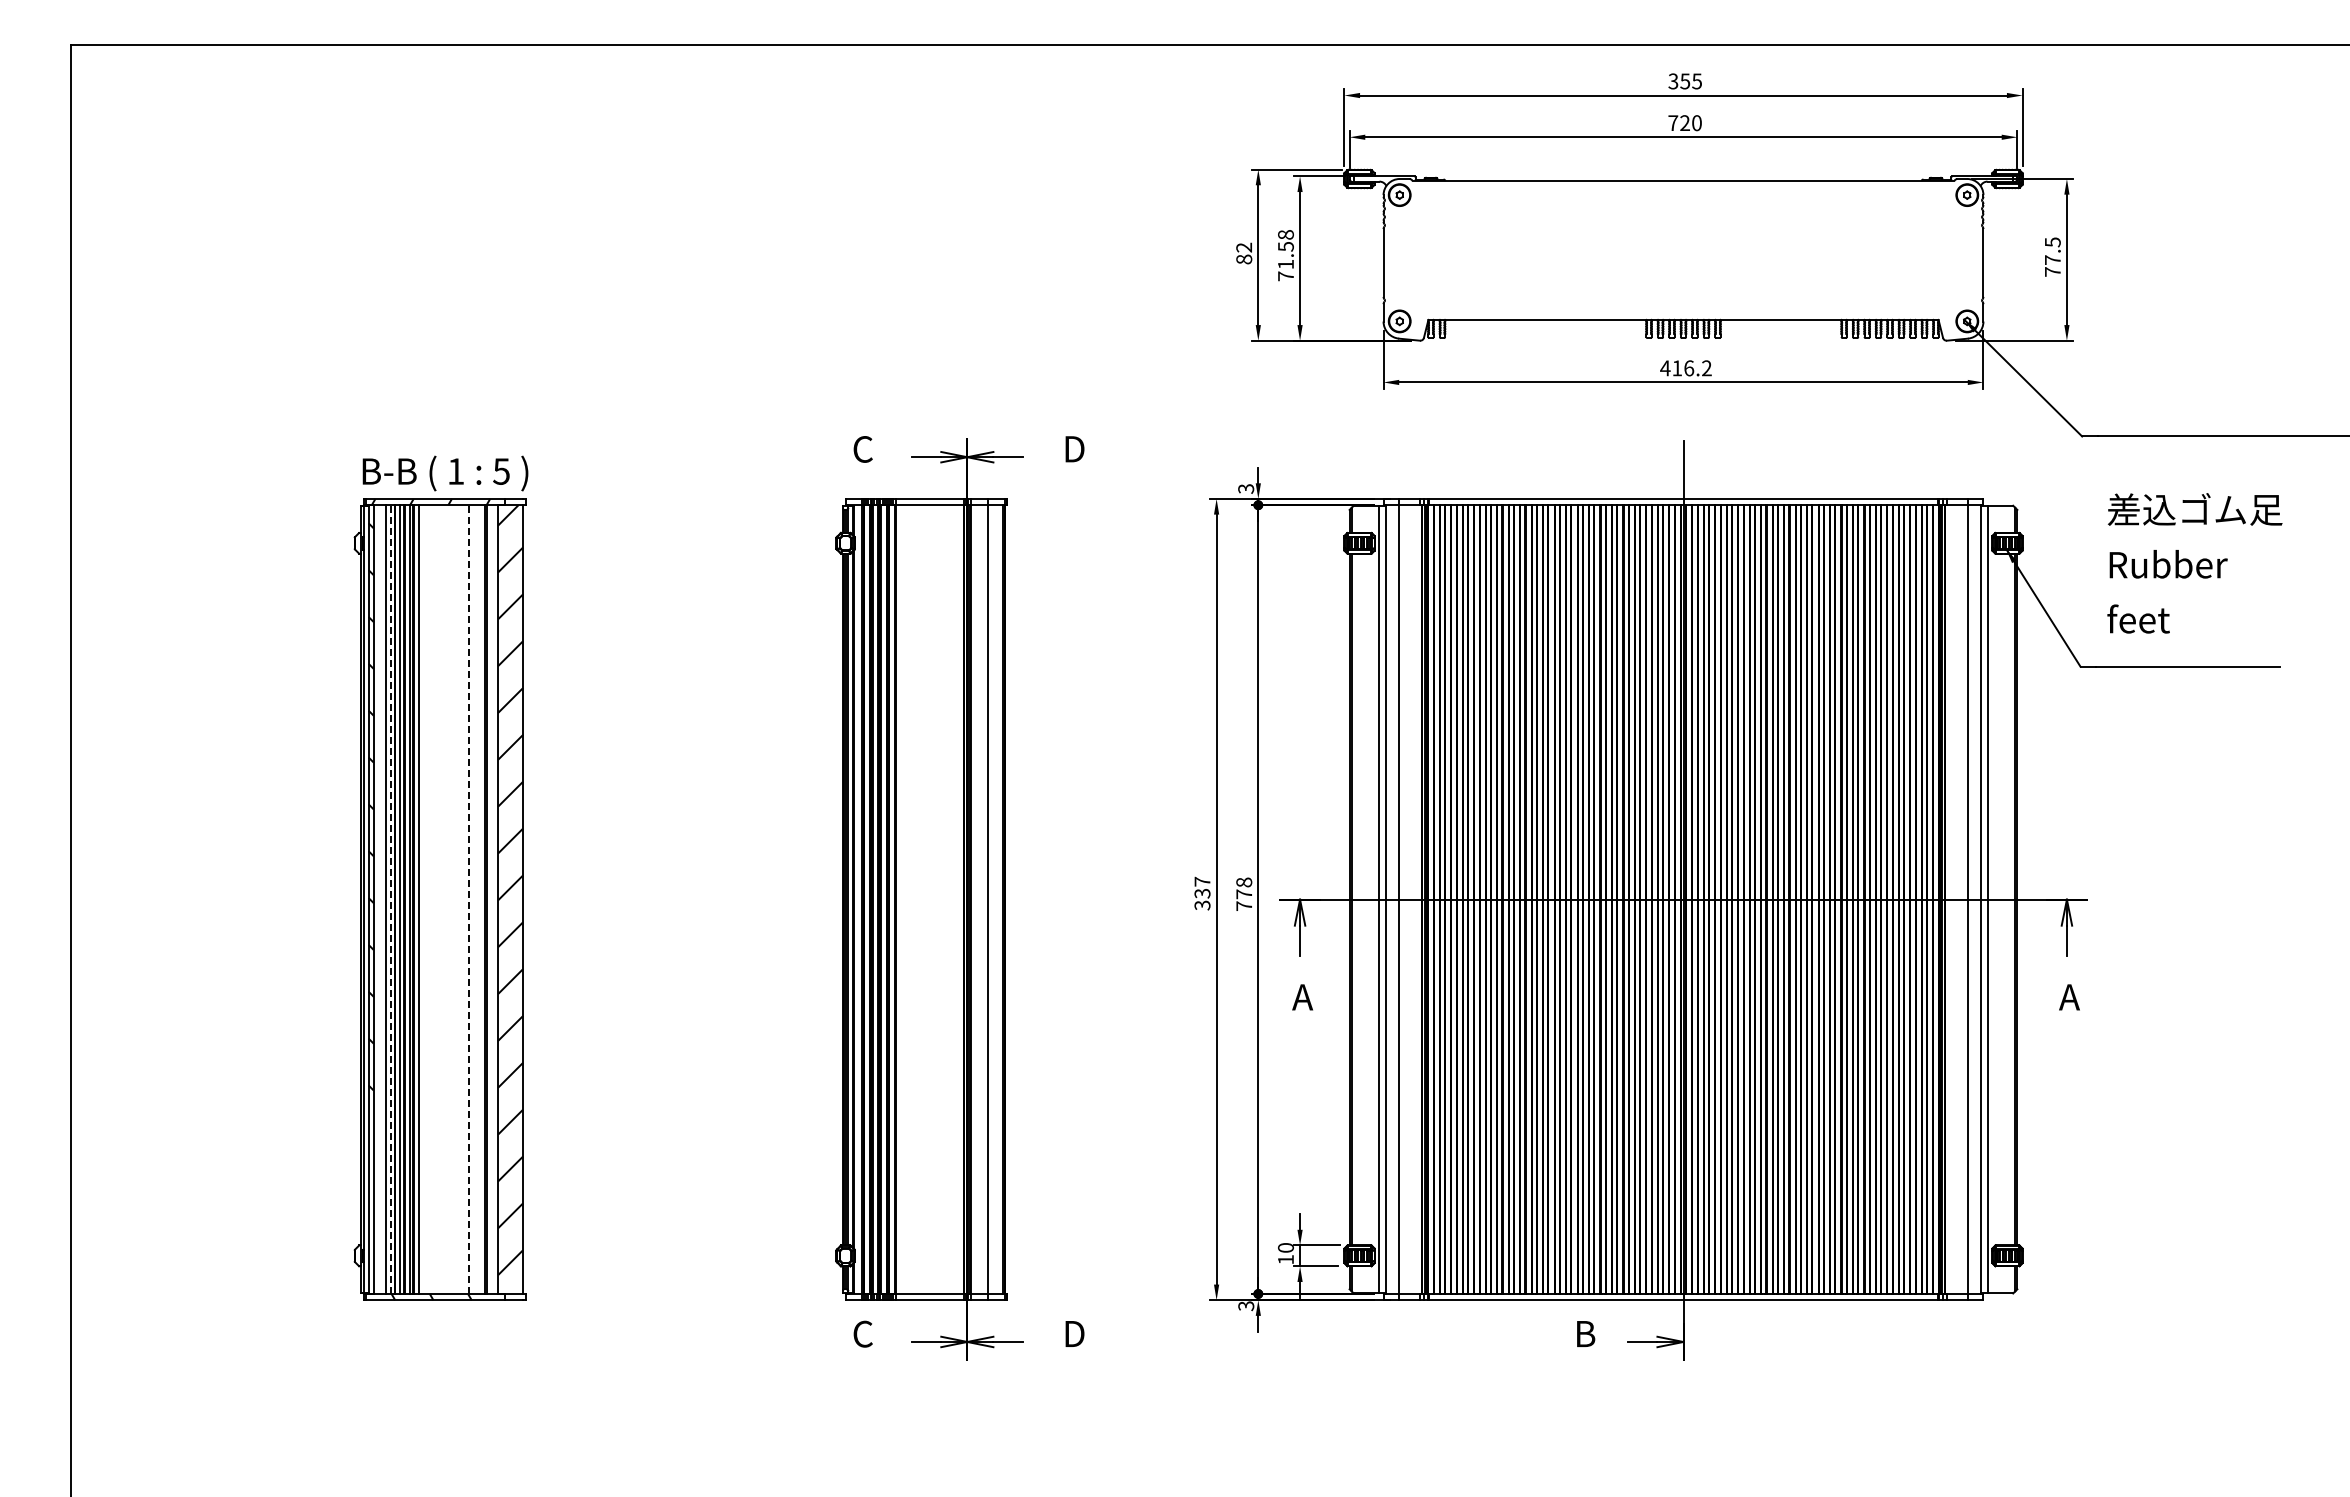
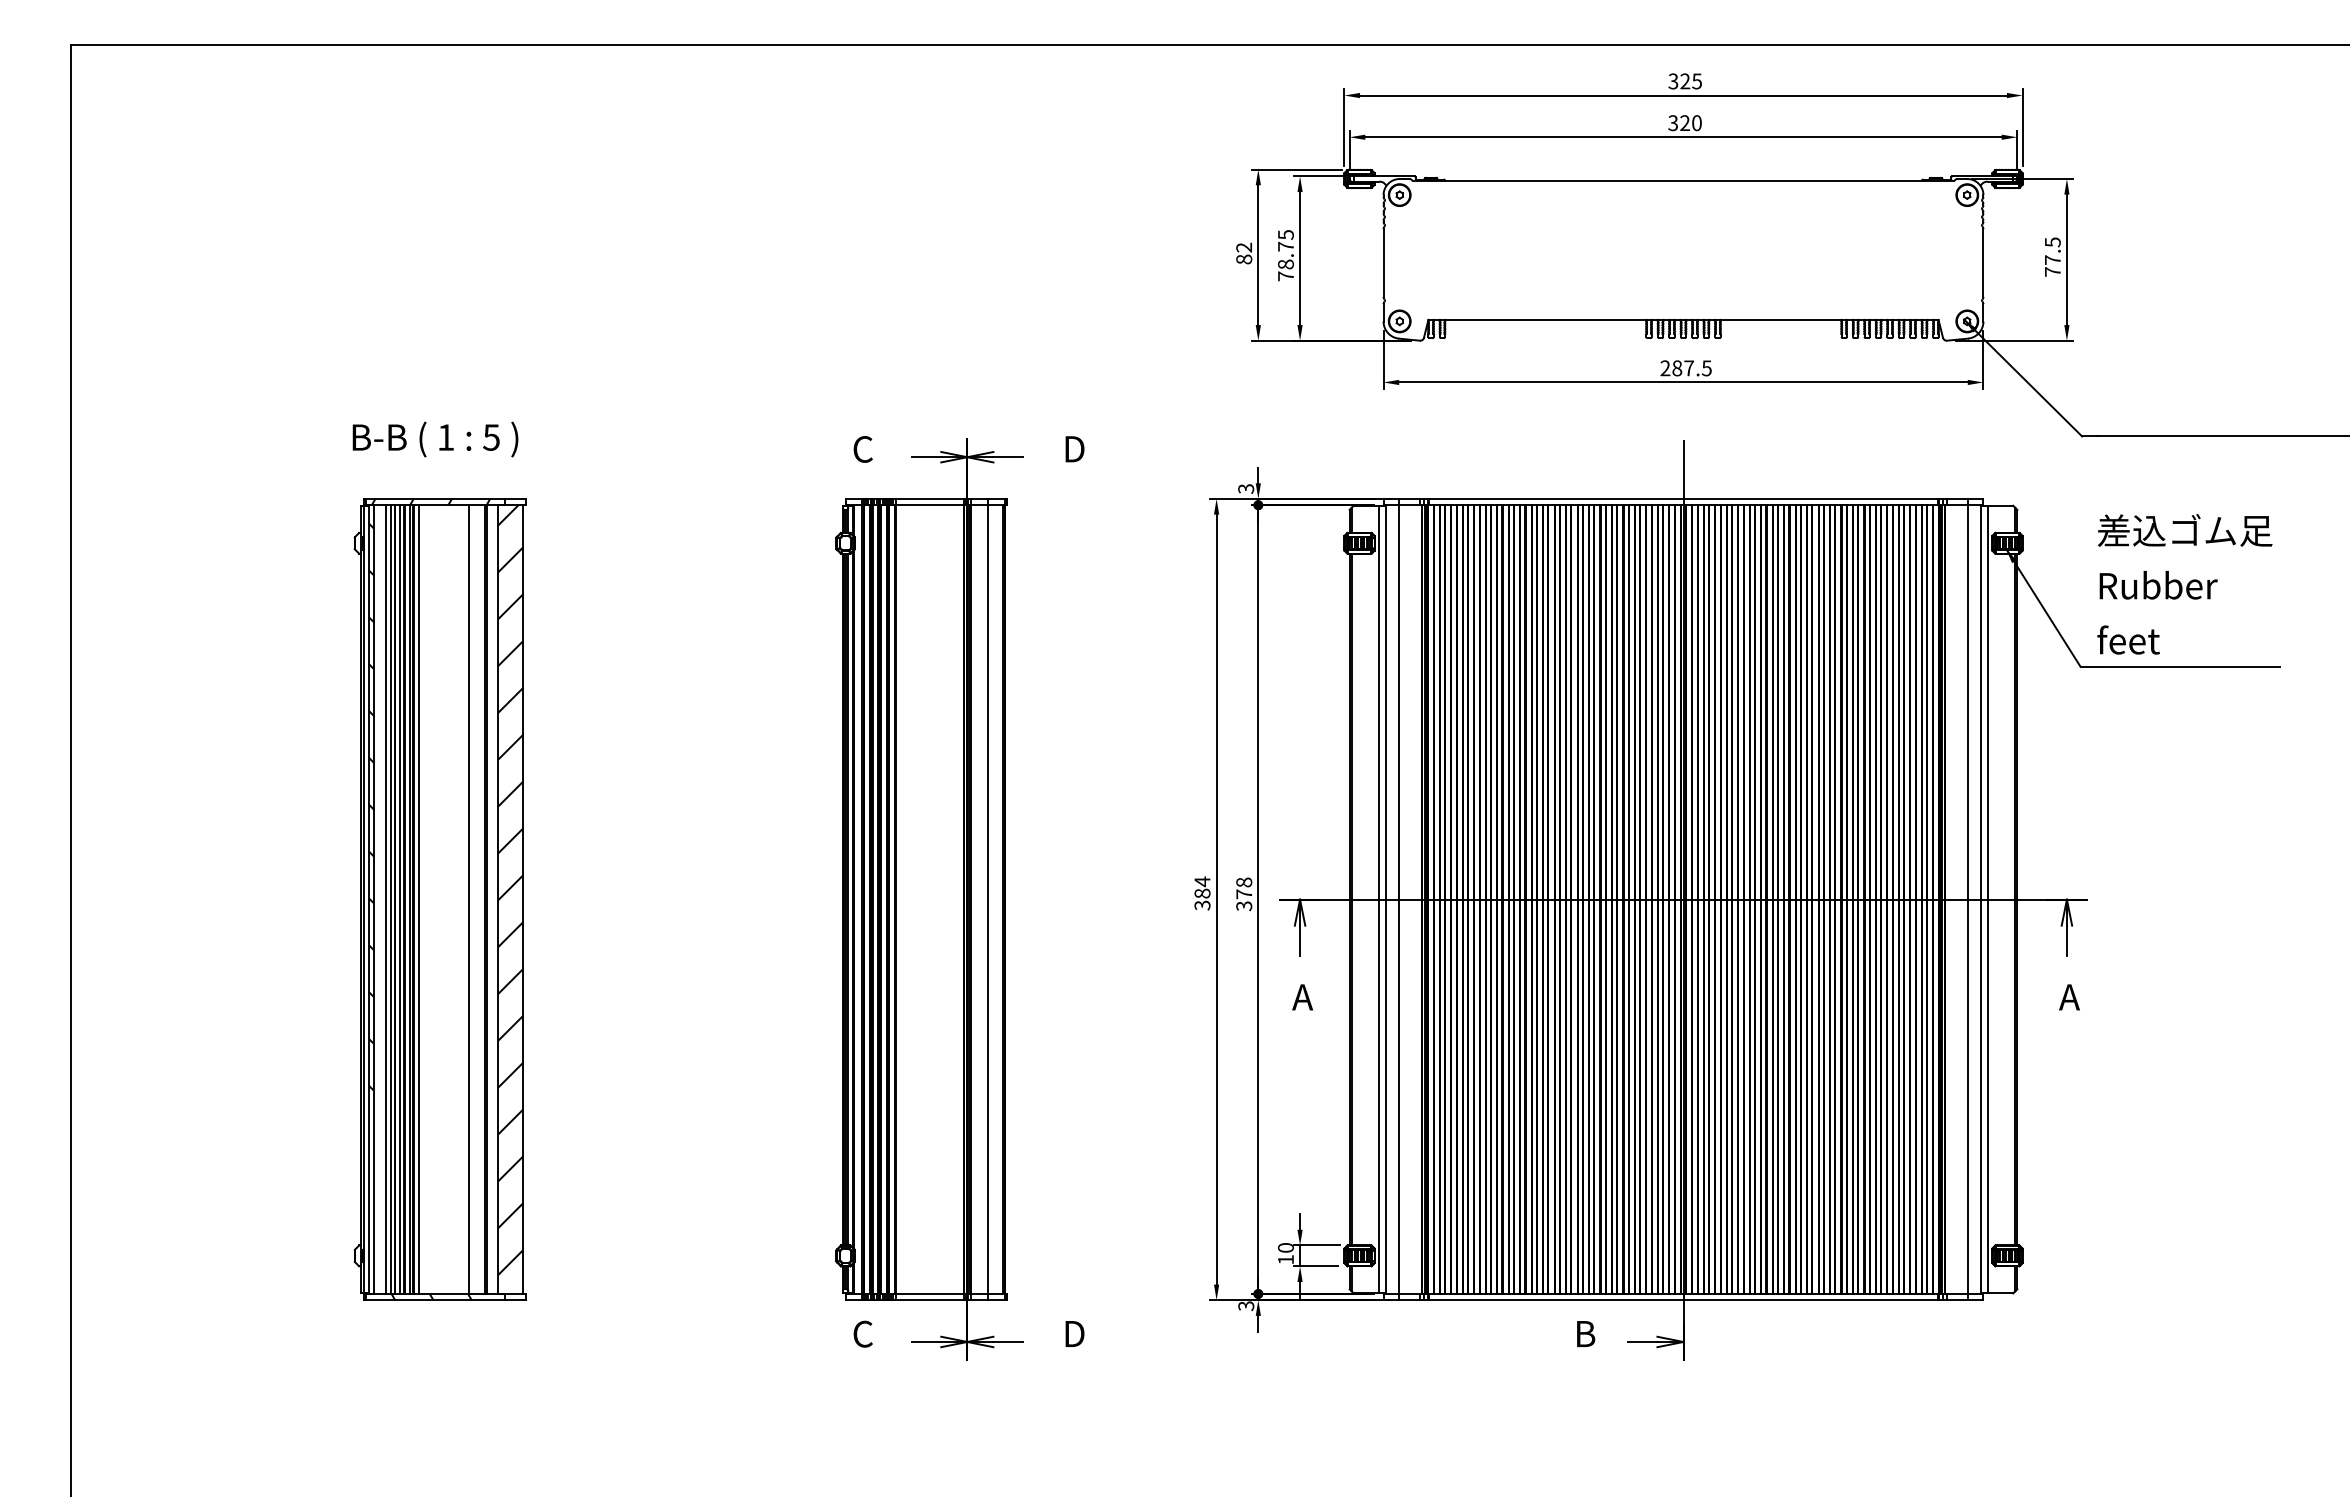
text at (1685, 81): 355 -> 325
text at (1673, 123): 720 -> 320
text at (1285, 249): 71.58 -> 78.75
text at (1685, 368): 416.2 -> 287.5
text at (445, 473) position: (445, 473) -> (435, 439)
text at (2194, 563) position: (2194, 563) -> (2184, 584)
text at (1202, 887): 337 -> 384
line at (390, 899): dashed -> solid
line at (468, 899): dashed -> solid
text at (1244, 906): 778 -> 378
